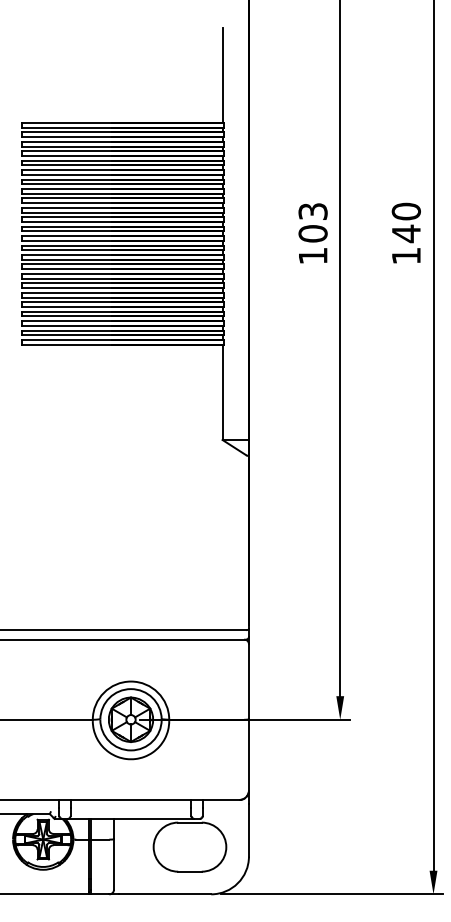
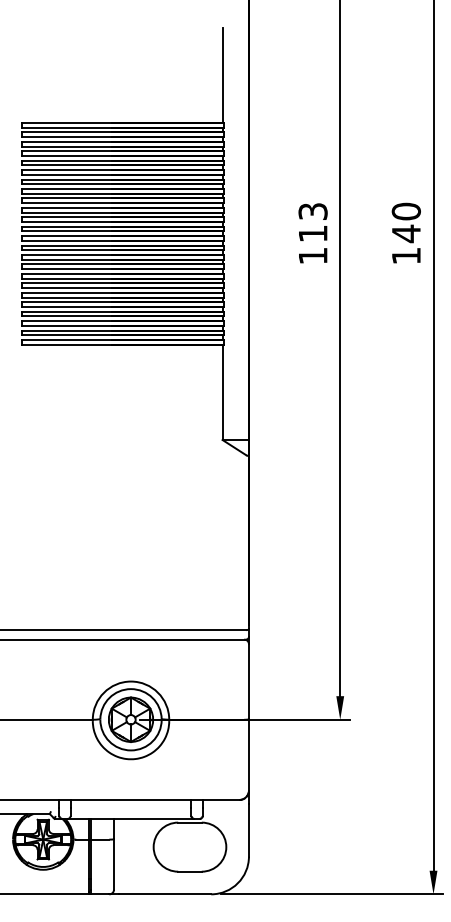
text at (312, 233): 103 -> 113
